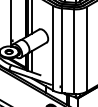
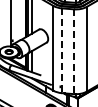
line at (61, 51): solid -> dashed
line at (74, 52): solid -> dashed
